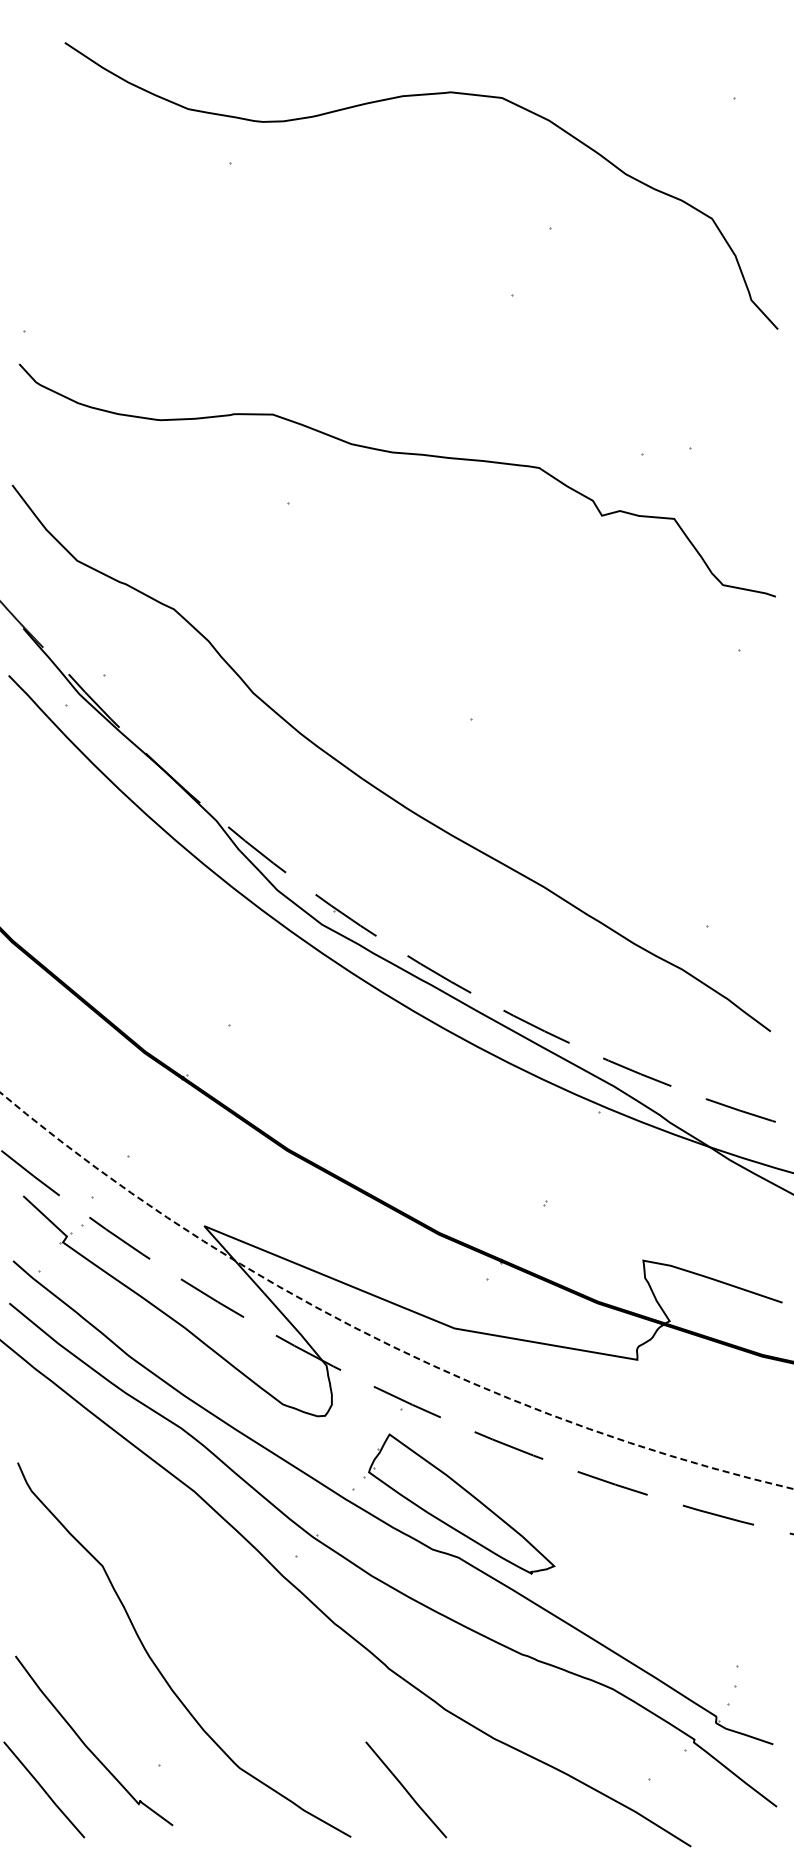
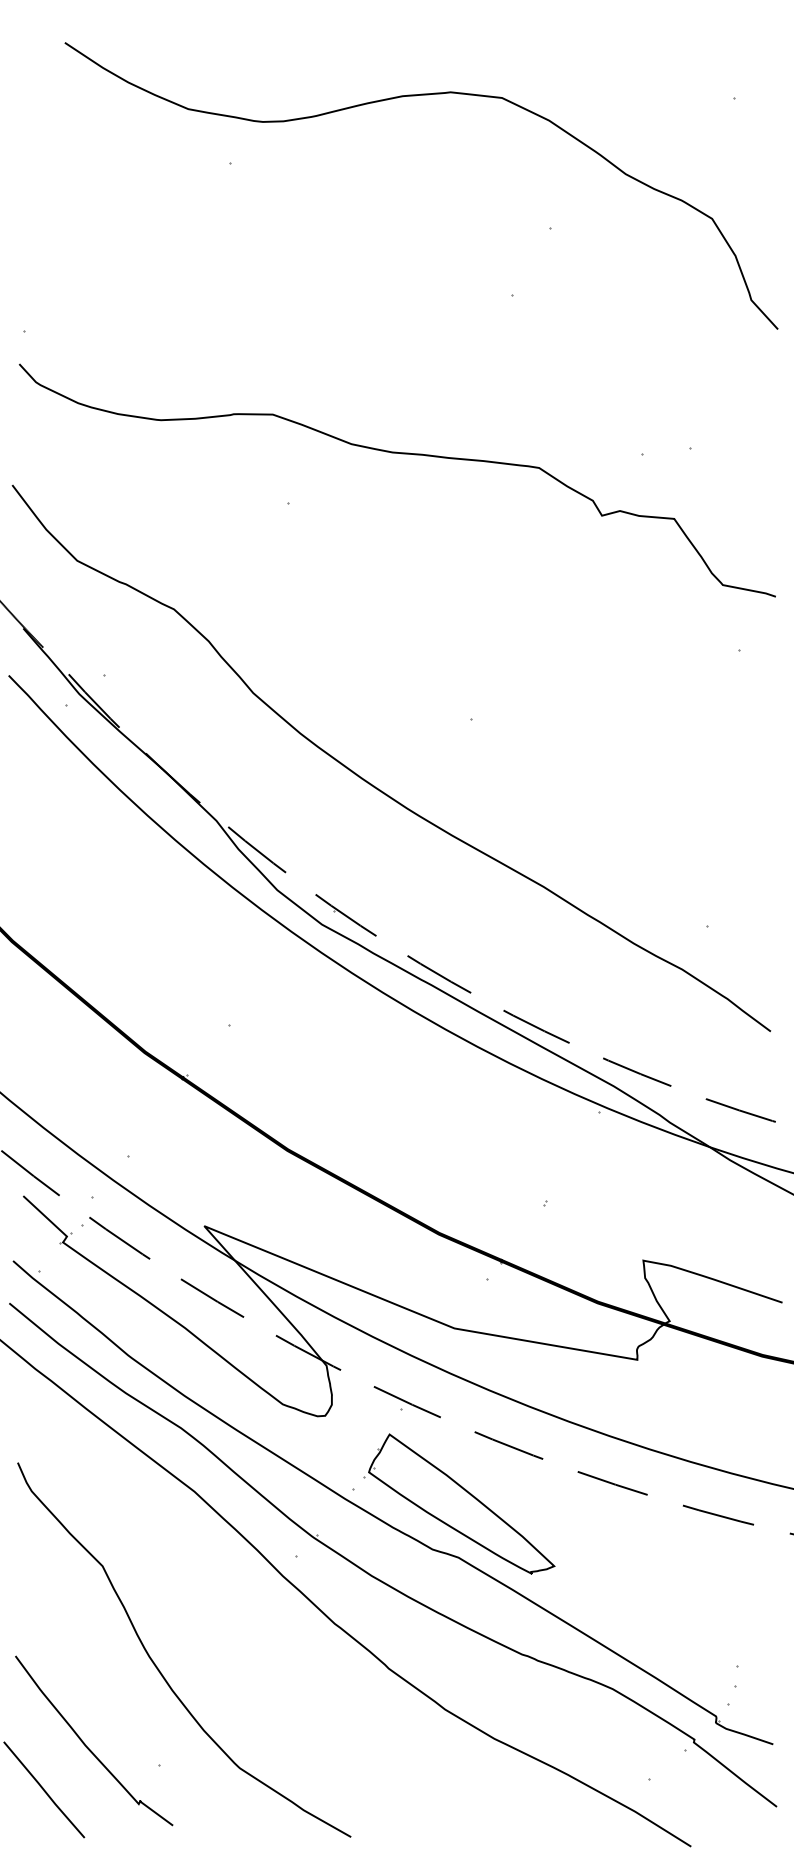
line at (373, 1336): dashed -> solid
line at (406, 1789): present -> none
